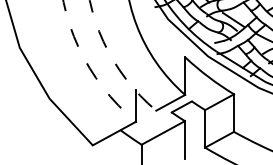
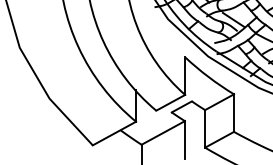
arc at (113, 60): dashed -> solid
arc at (89, 68): dashed -> solid
